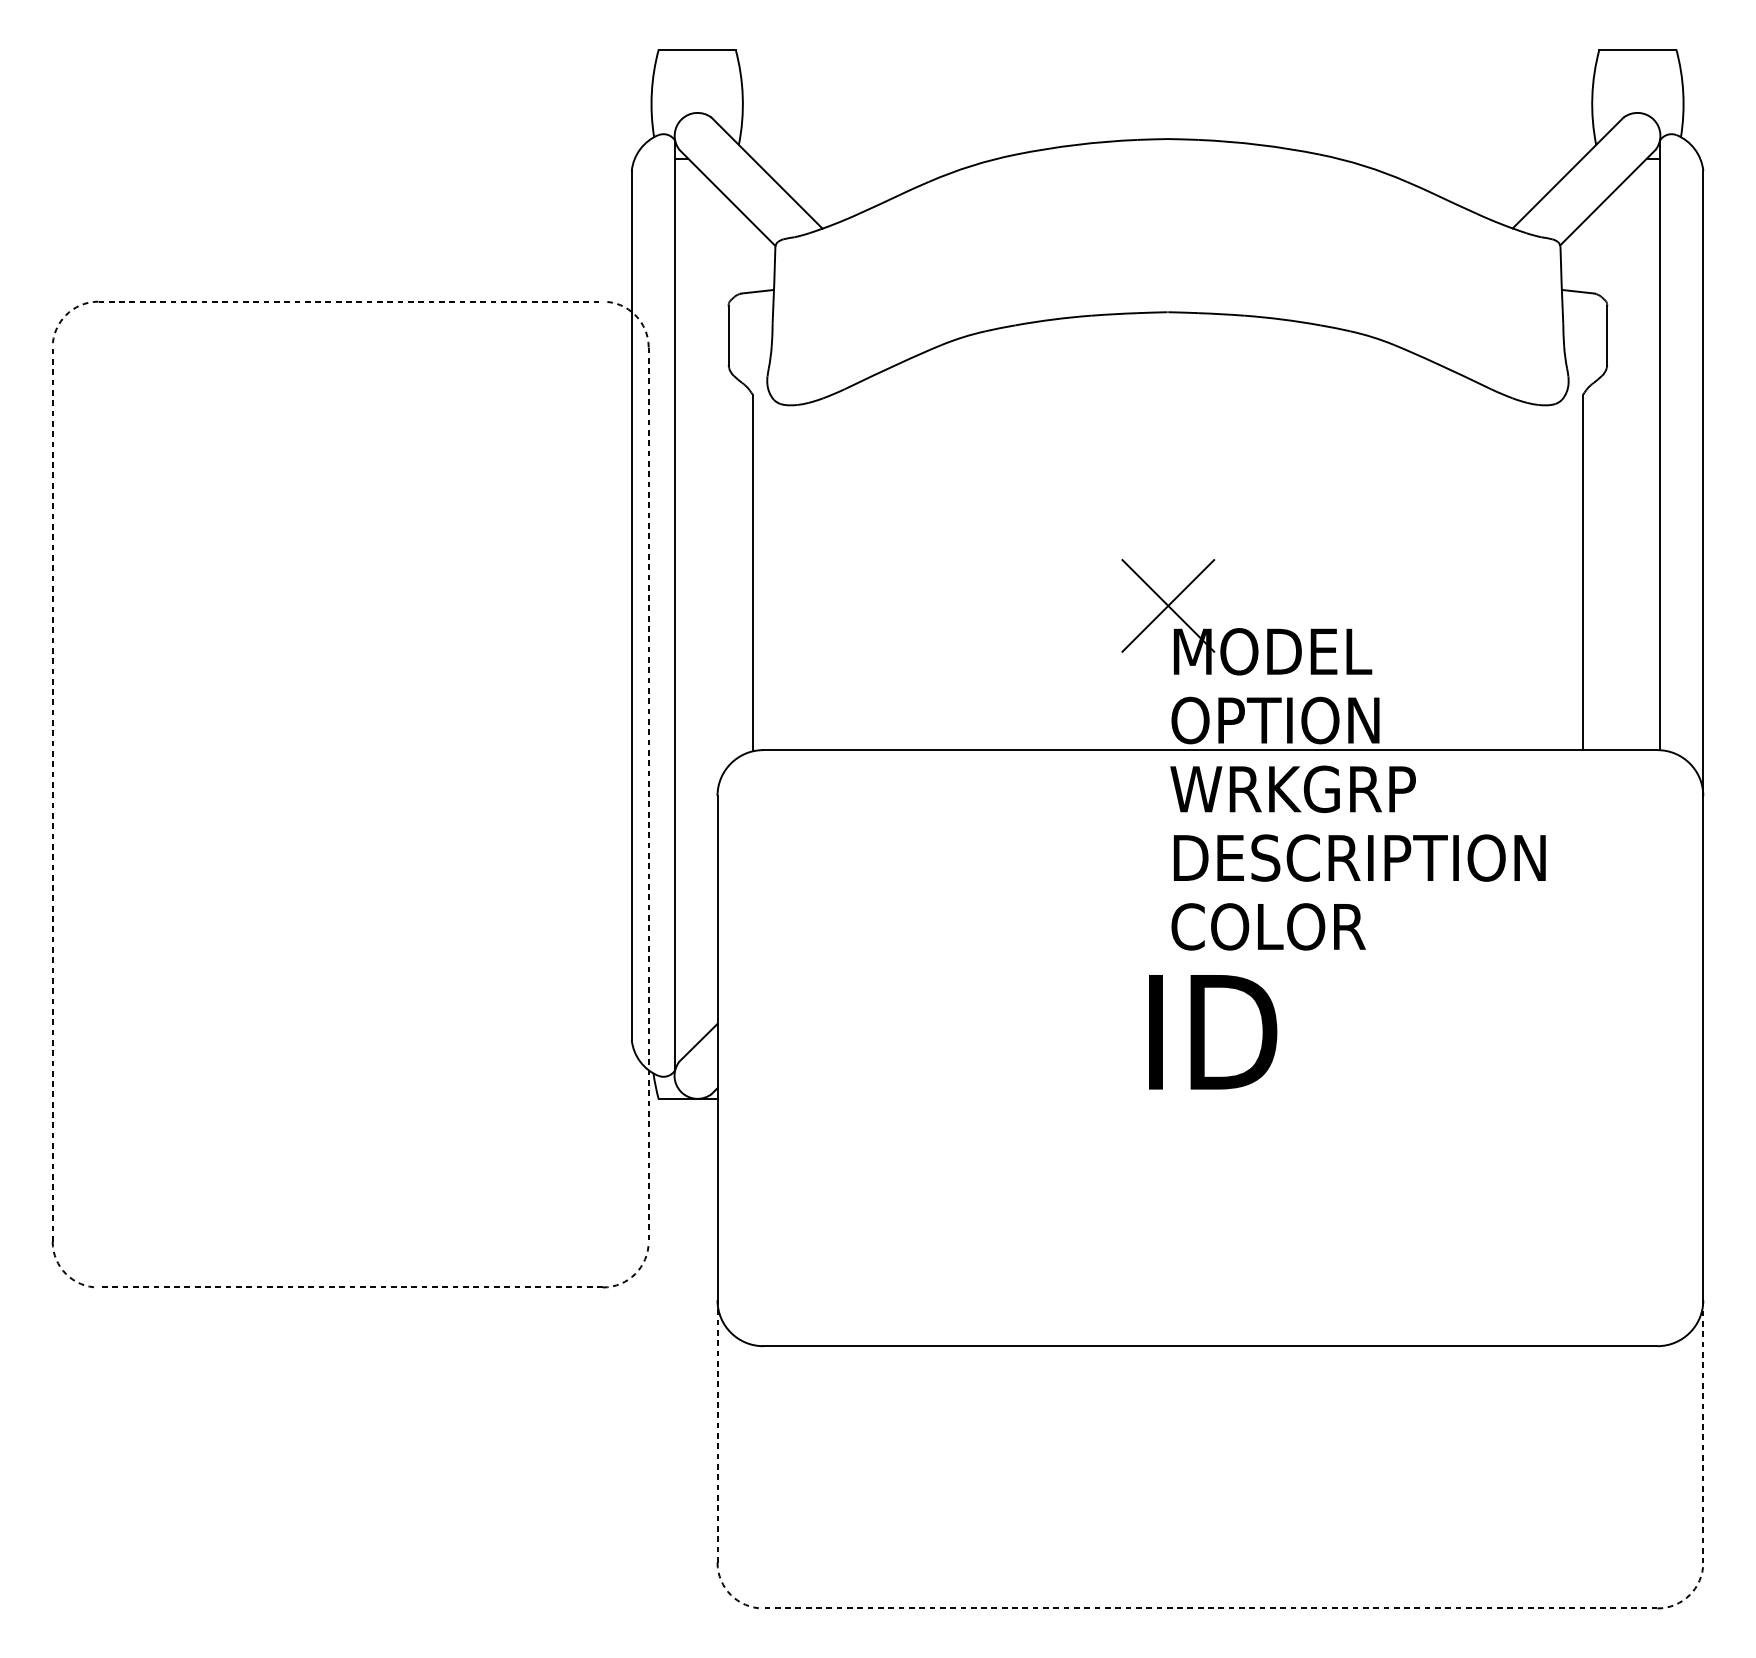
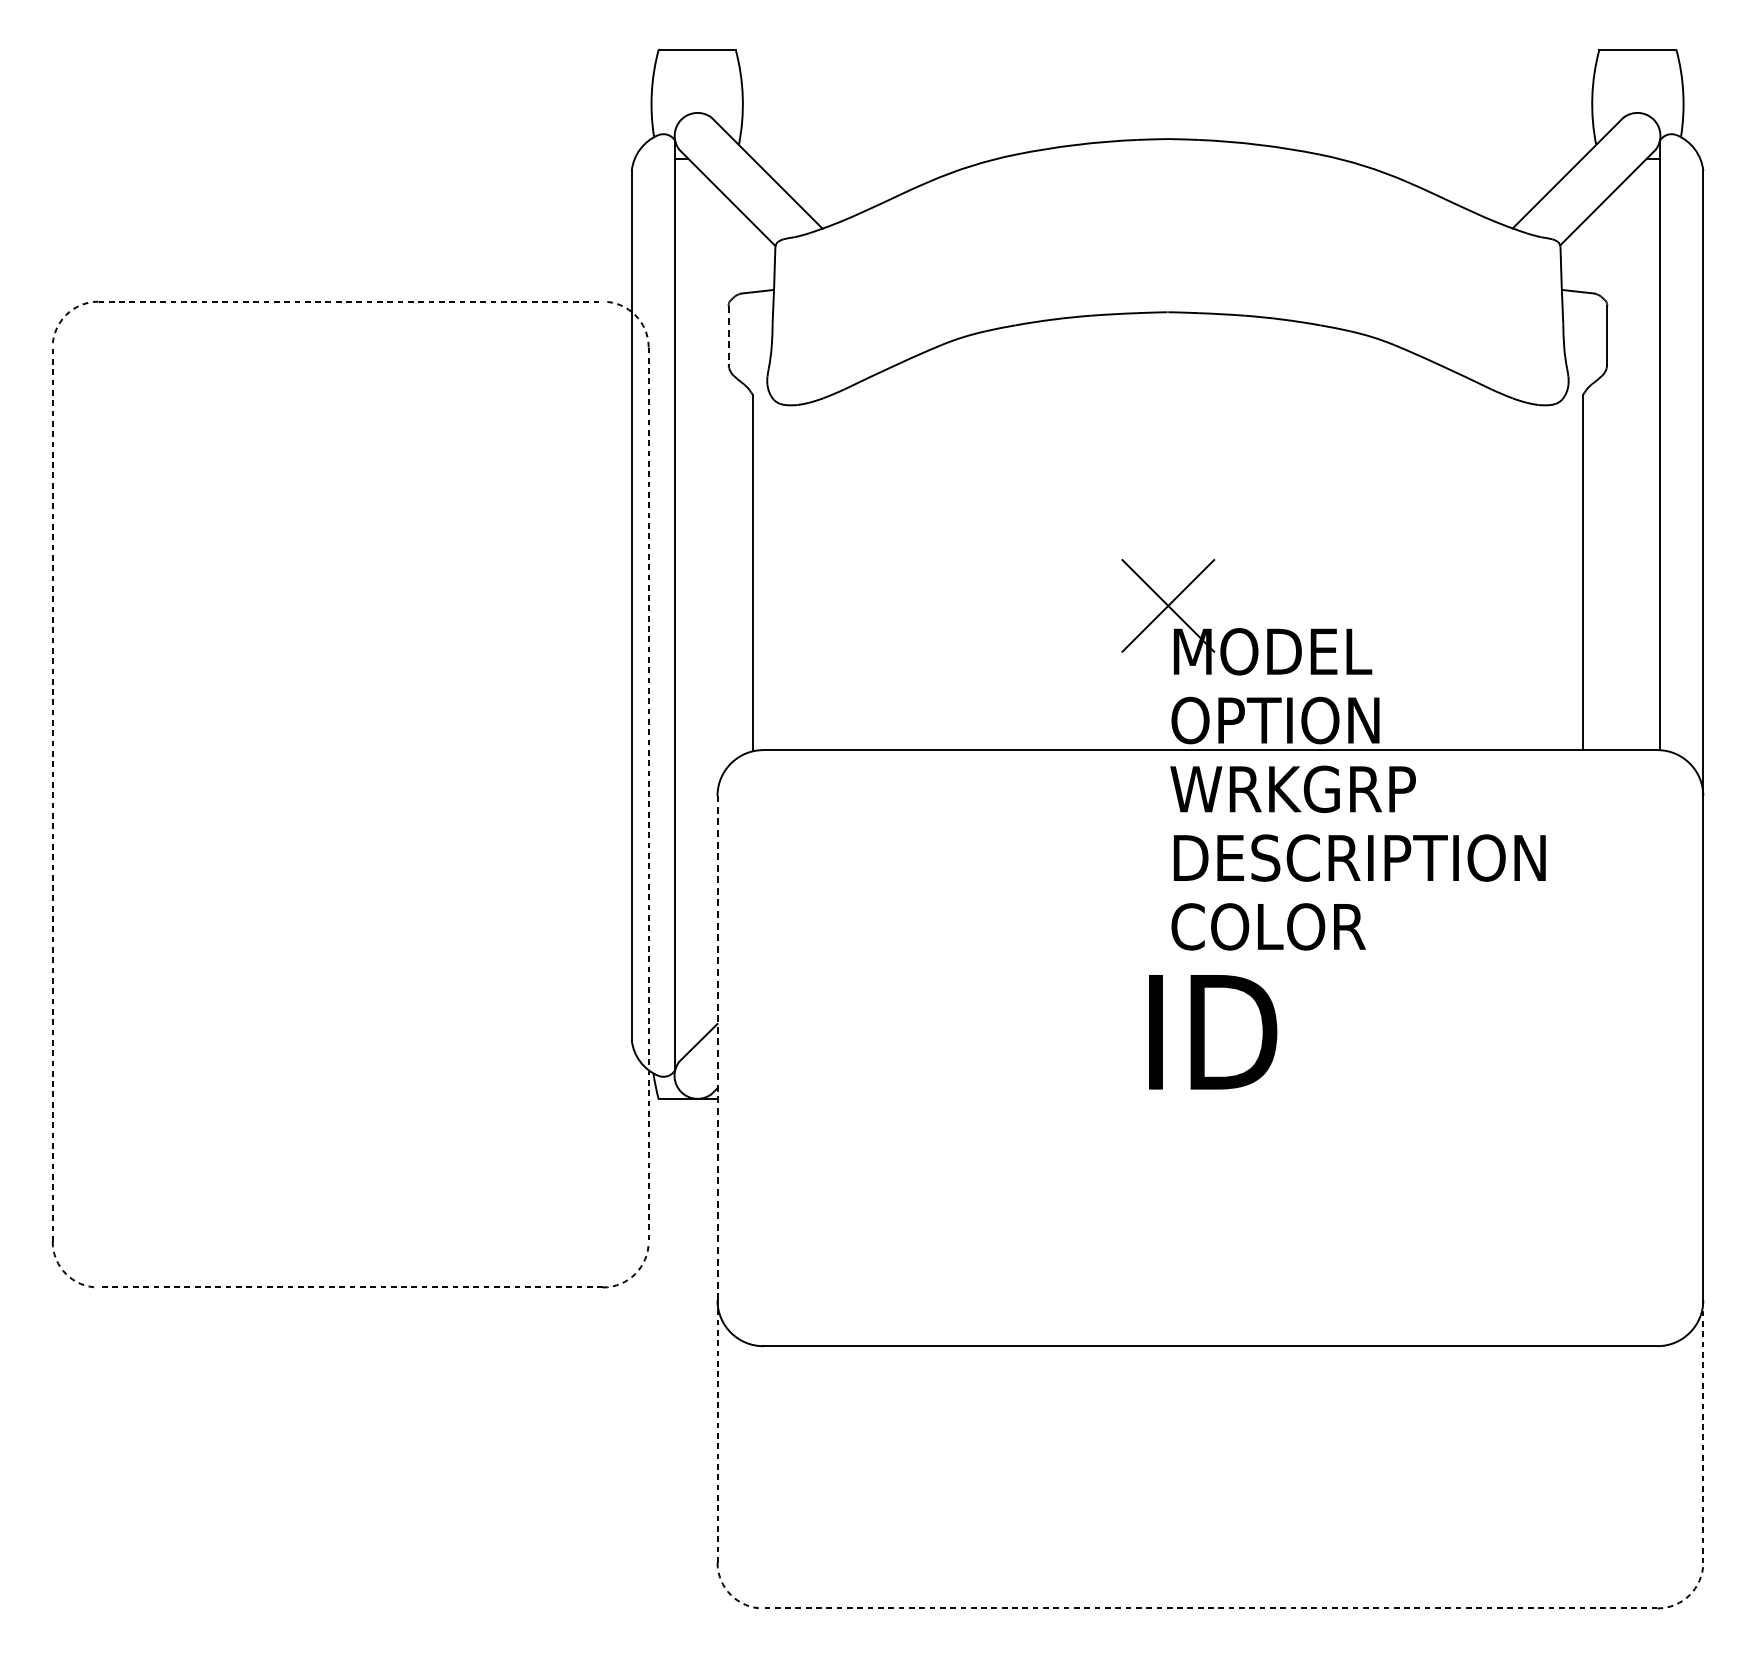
line at (728, 335): solid -> dashed
line at (717, 1047): solid -> dashed
